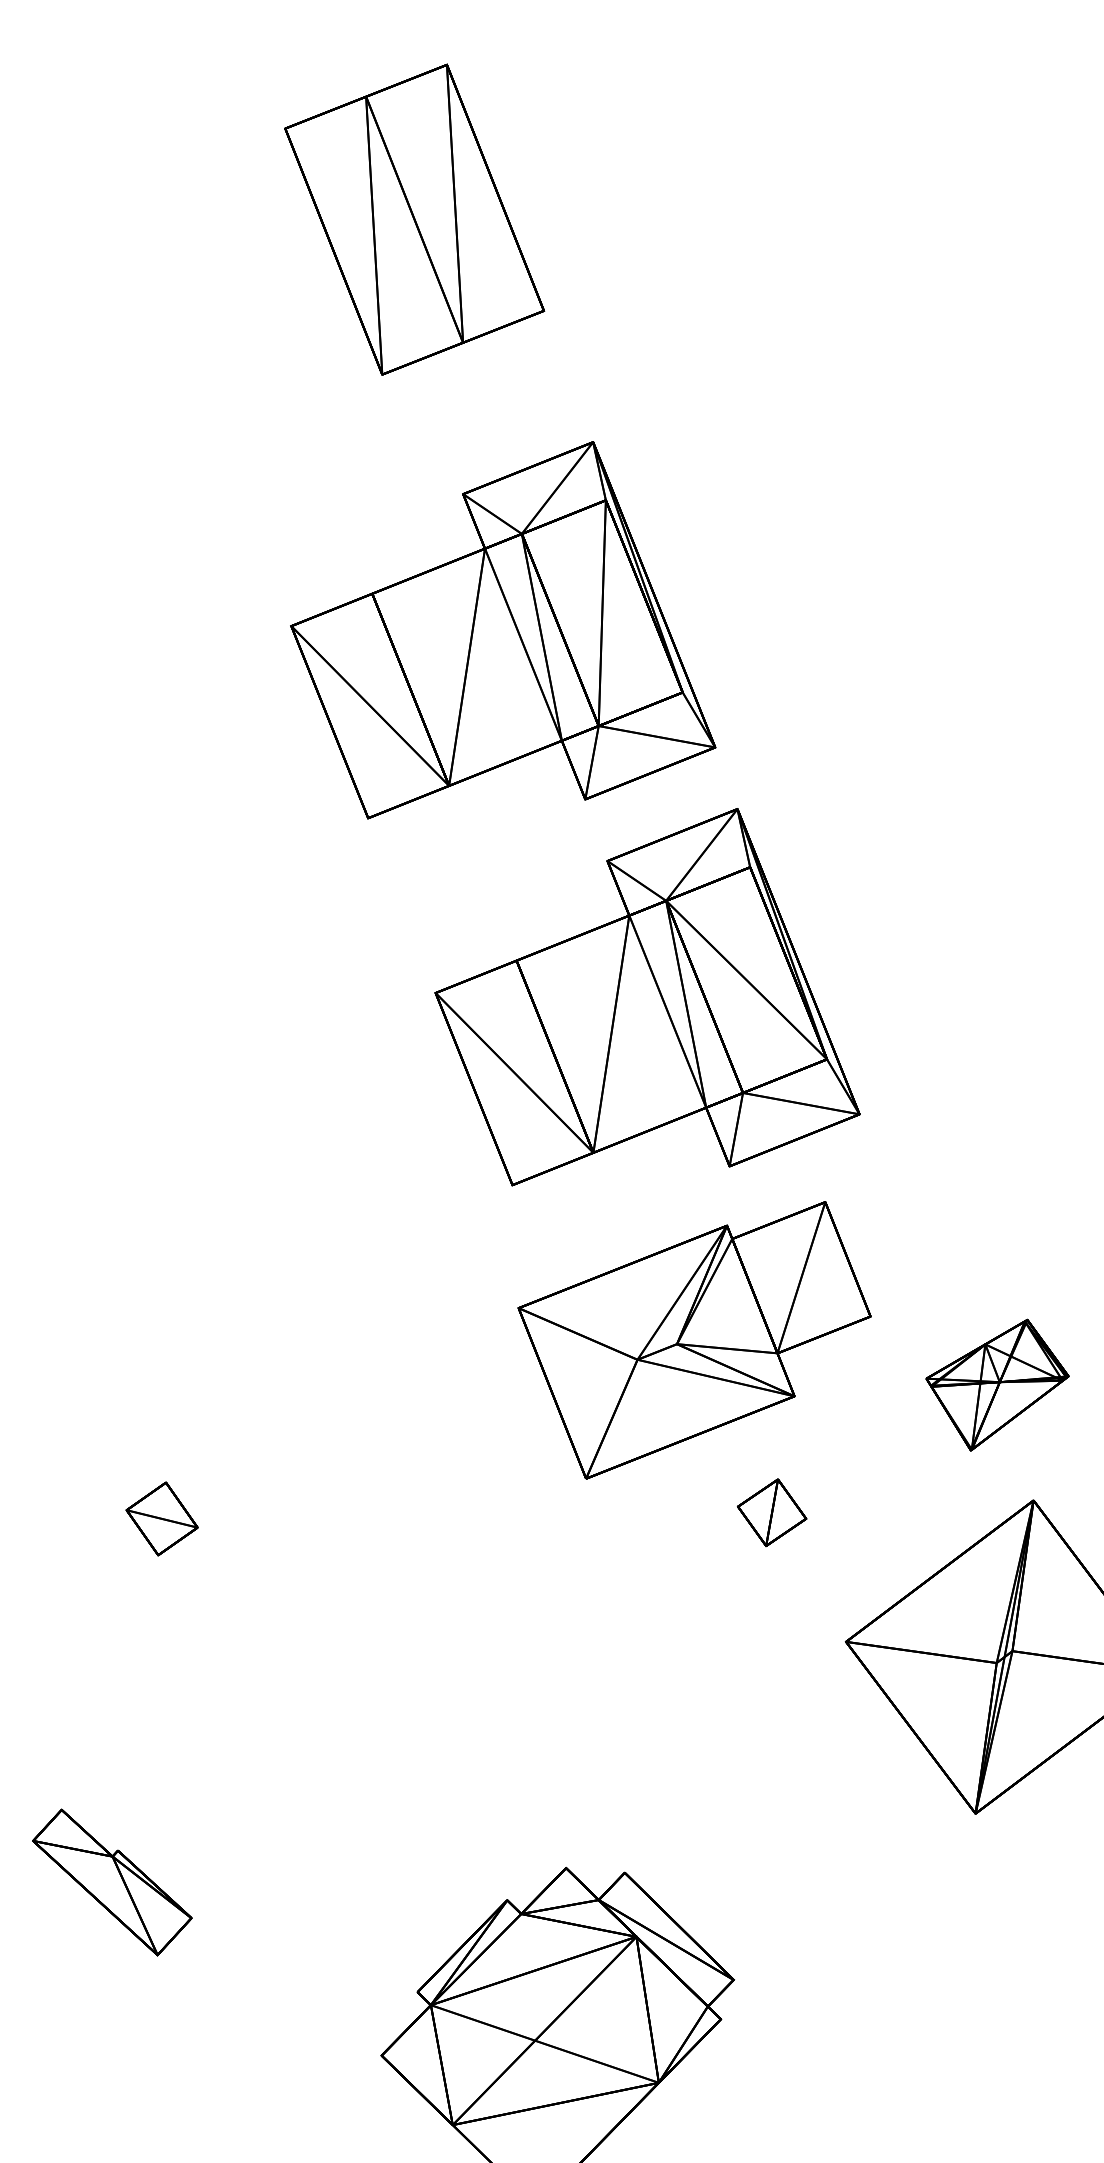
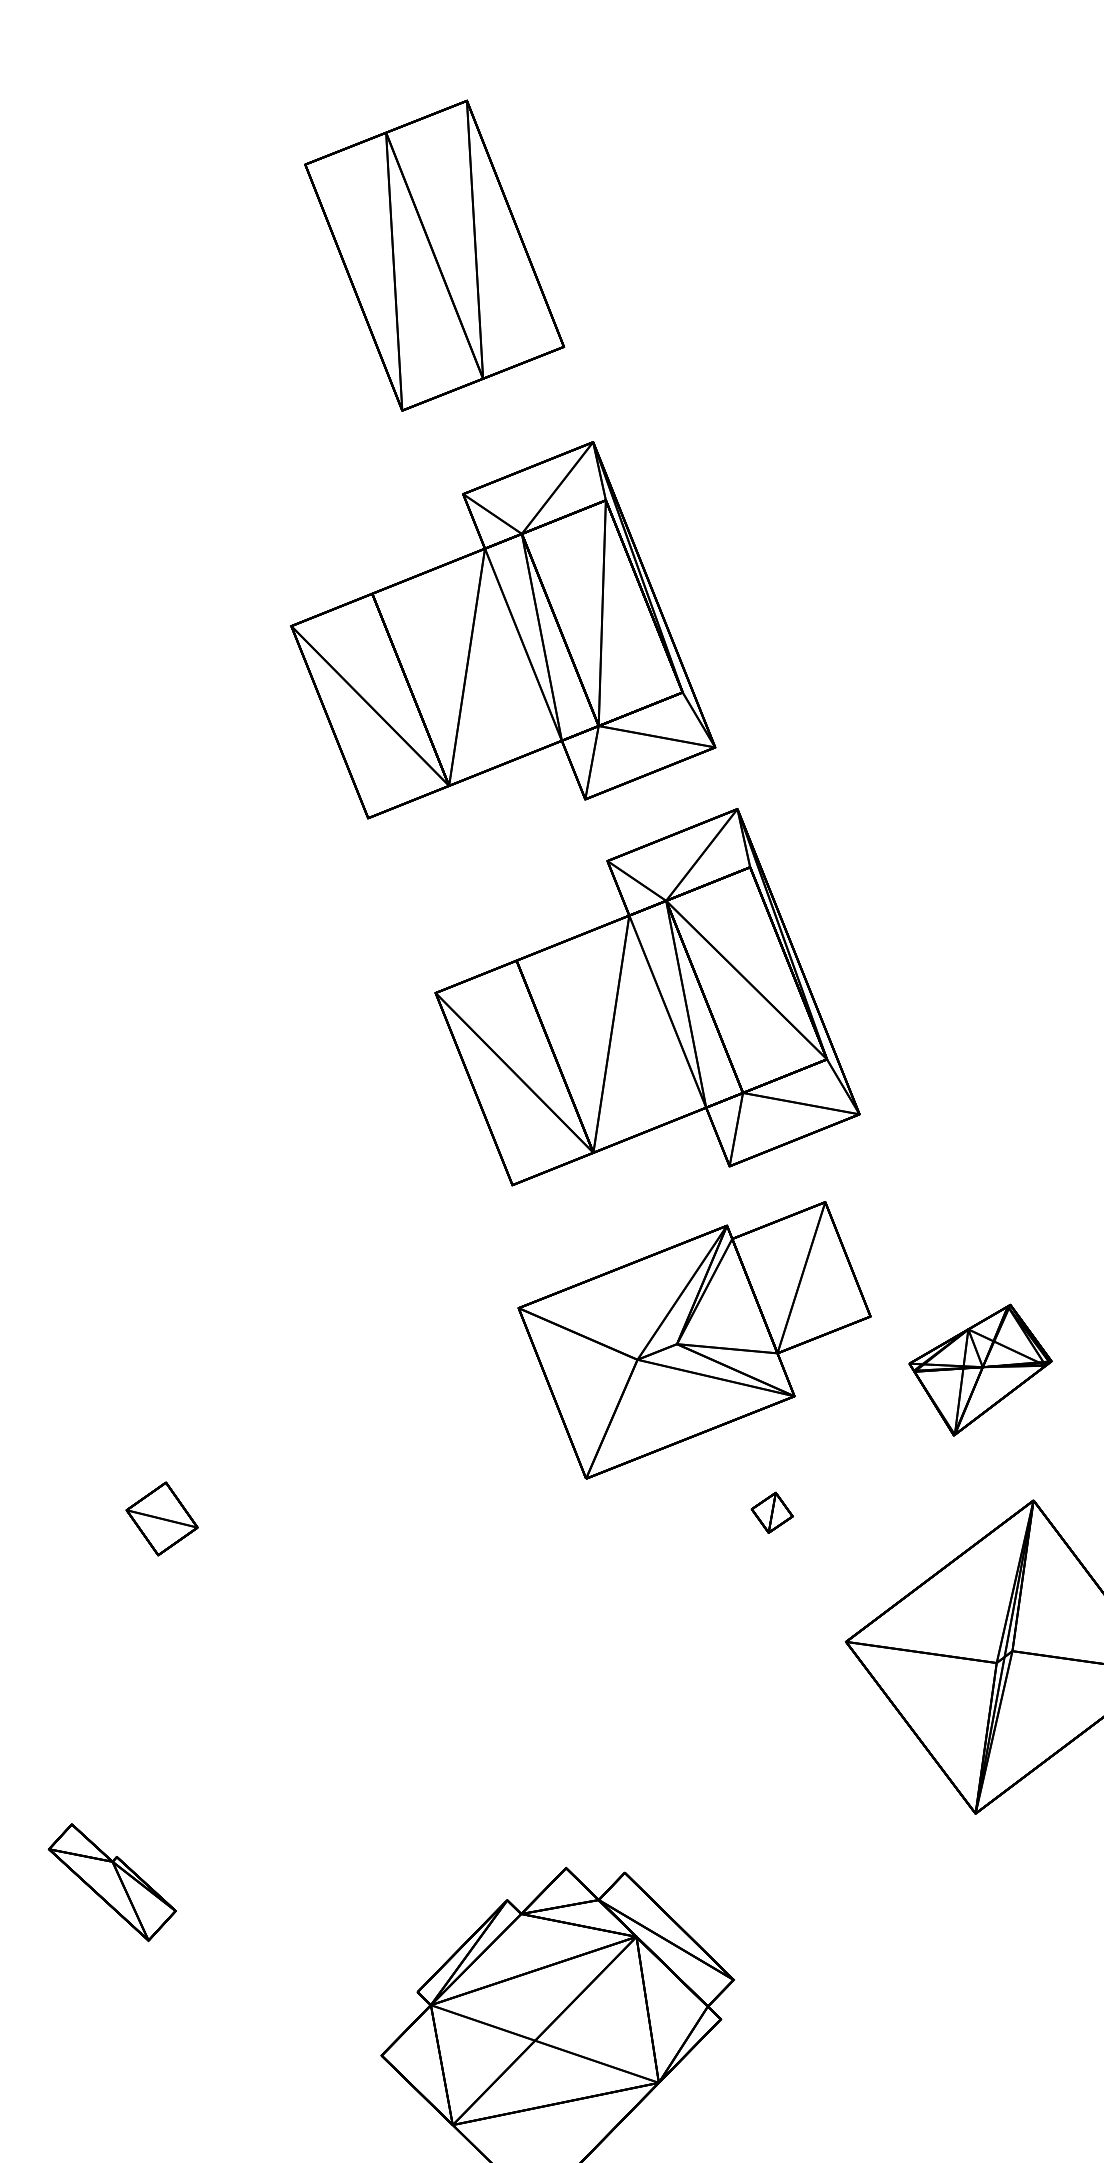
part at (414, 219) position: (414, 219) -> (434, 255)
part at (997, 1384) position: (997, 1384) -> (980, 1369)
part at (772, 1512) size: 71x70 px -> 44x43 px
part at (112, 1882) size: 161x149 px -> 130x119 px
